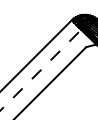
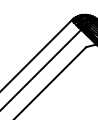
line at (41, 70): dashed -> solid
